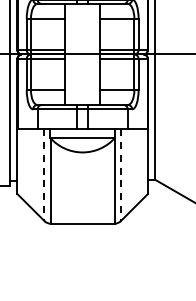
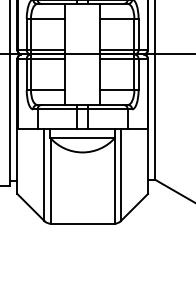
line at (44, 175): dashed -> solid
line at (120, 175): dashed -> solid
